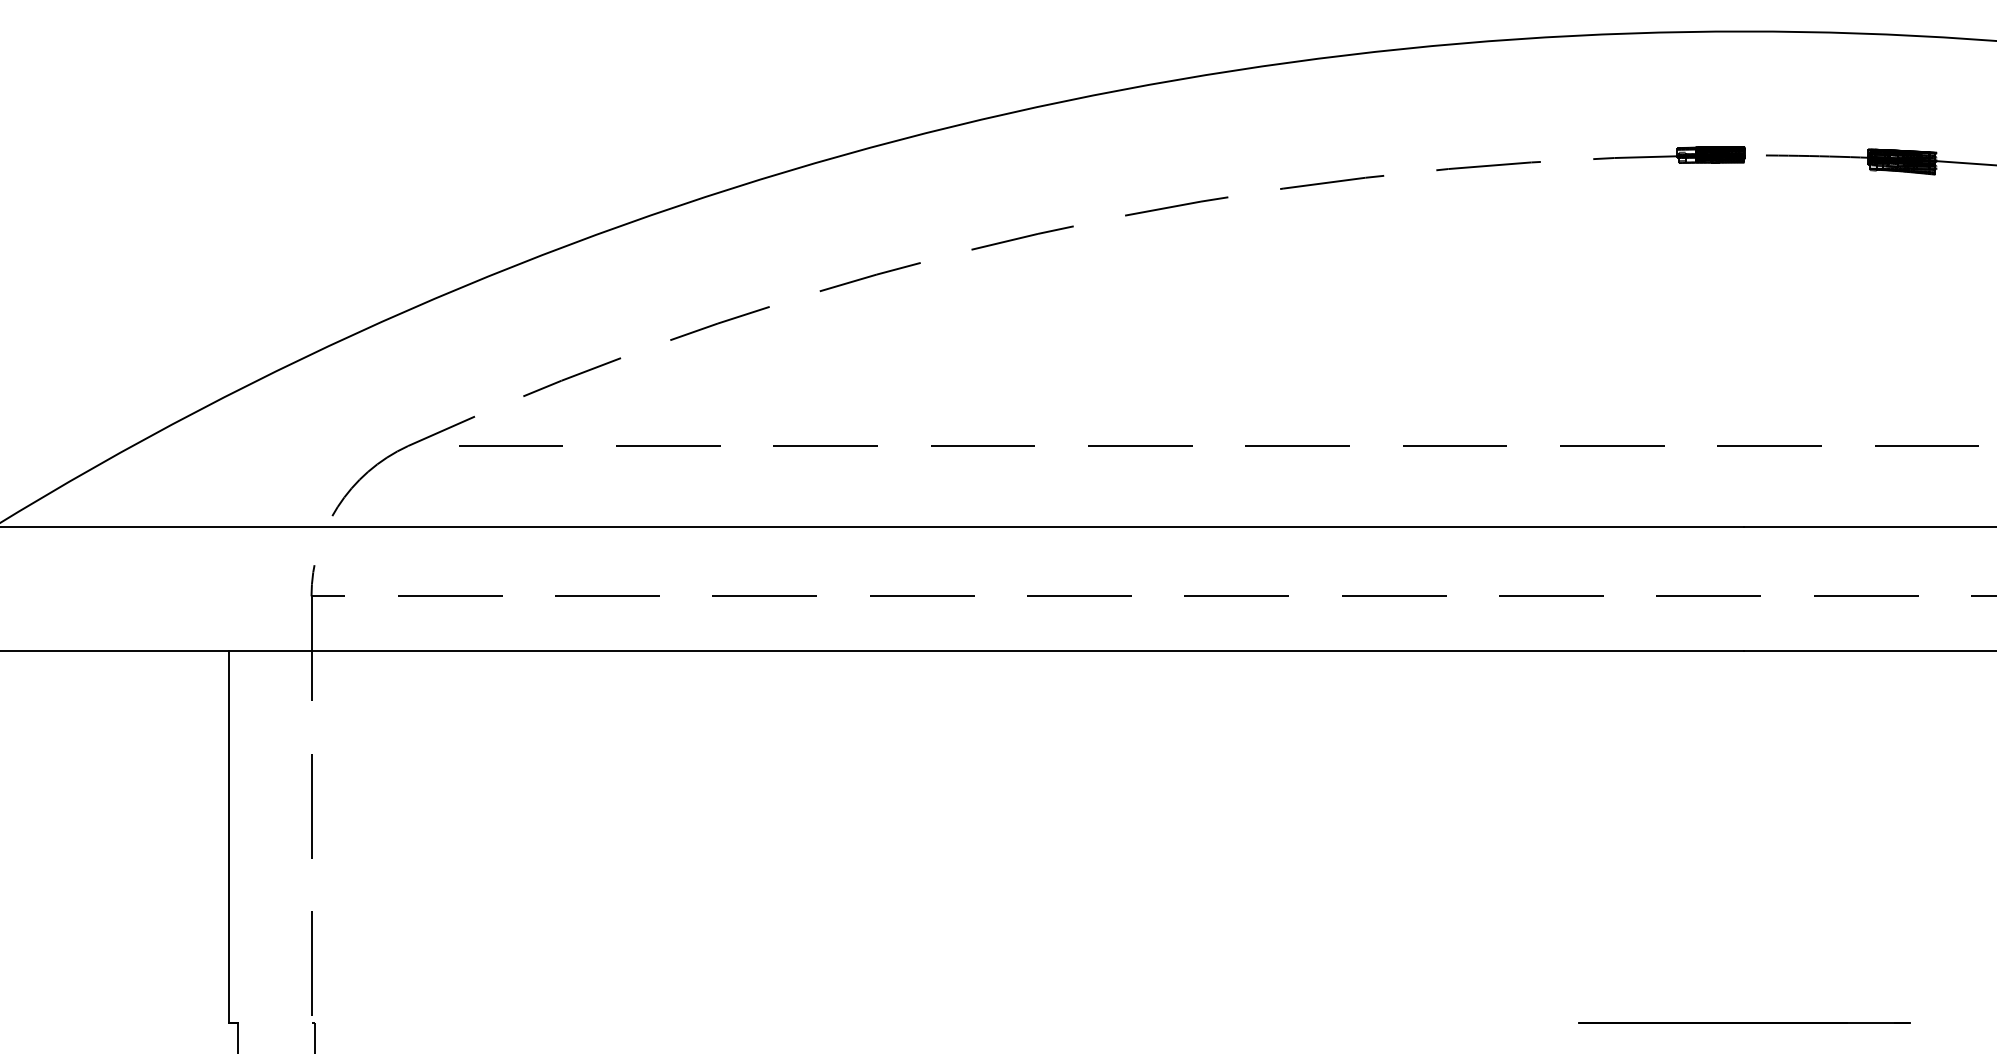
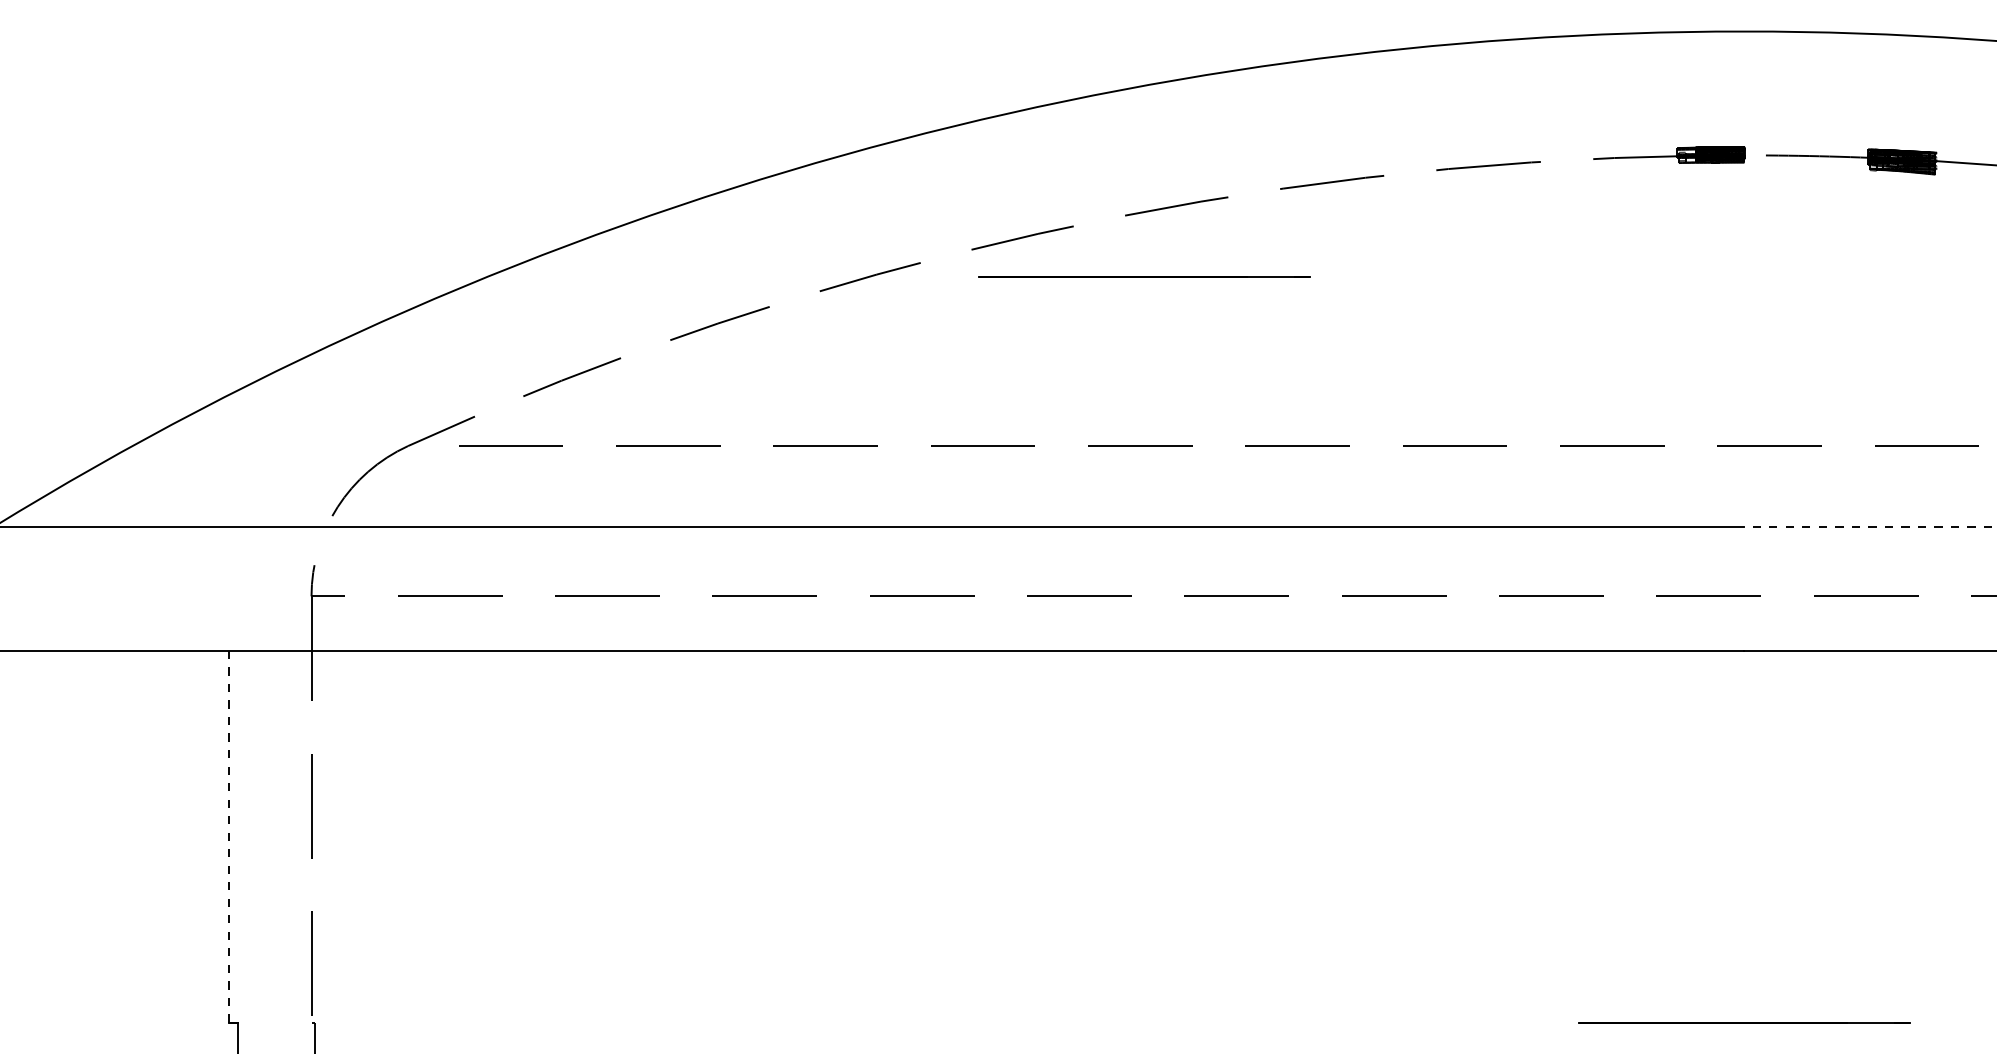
line at (1144, 276): none -> present
line at (1870, 527): solid -> dashed
line at (228, 836): solid -> dashed
